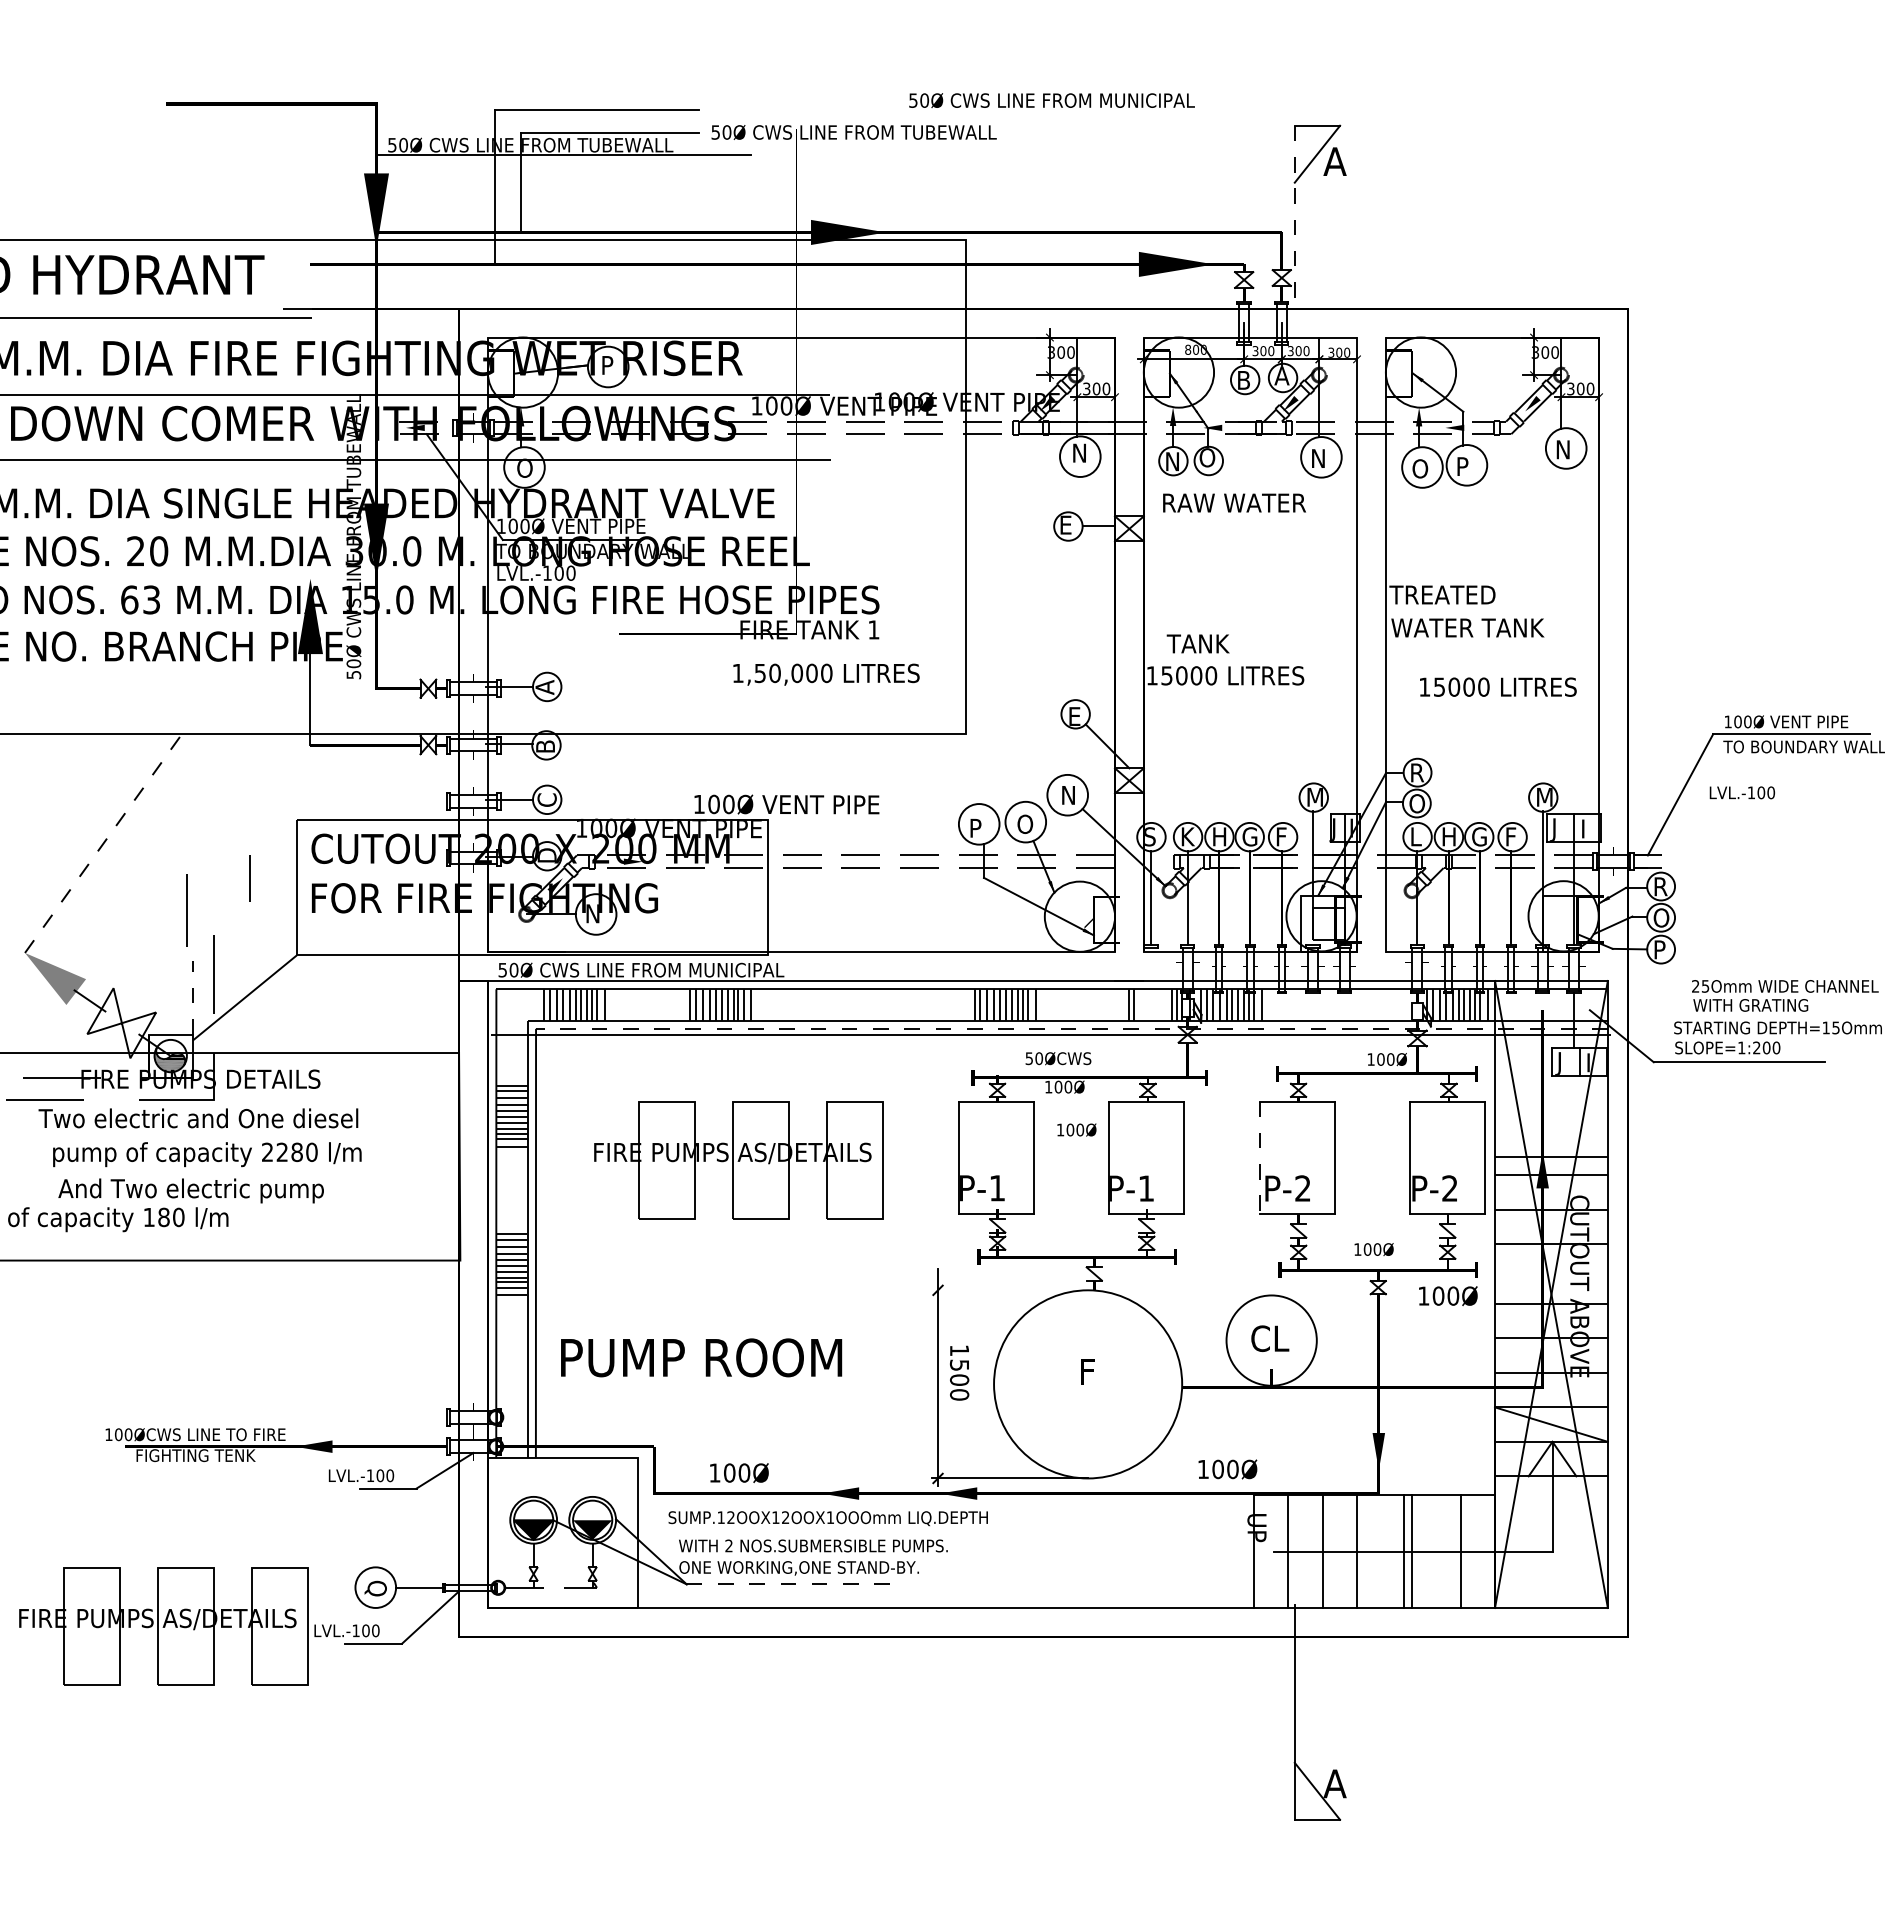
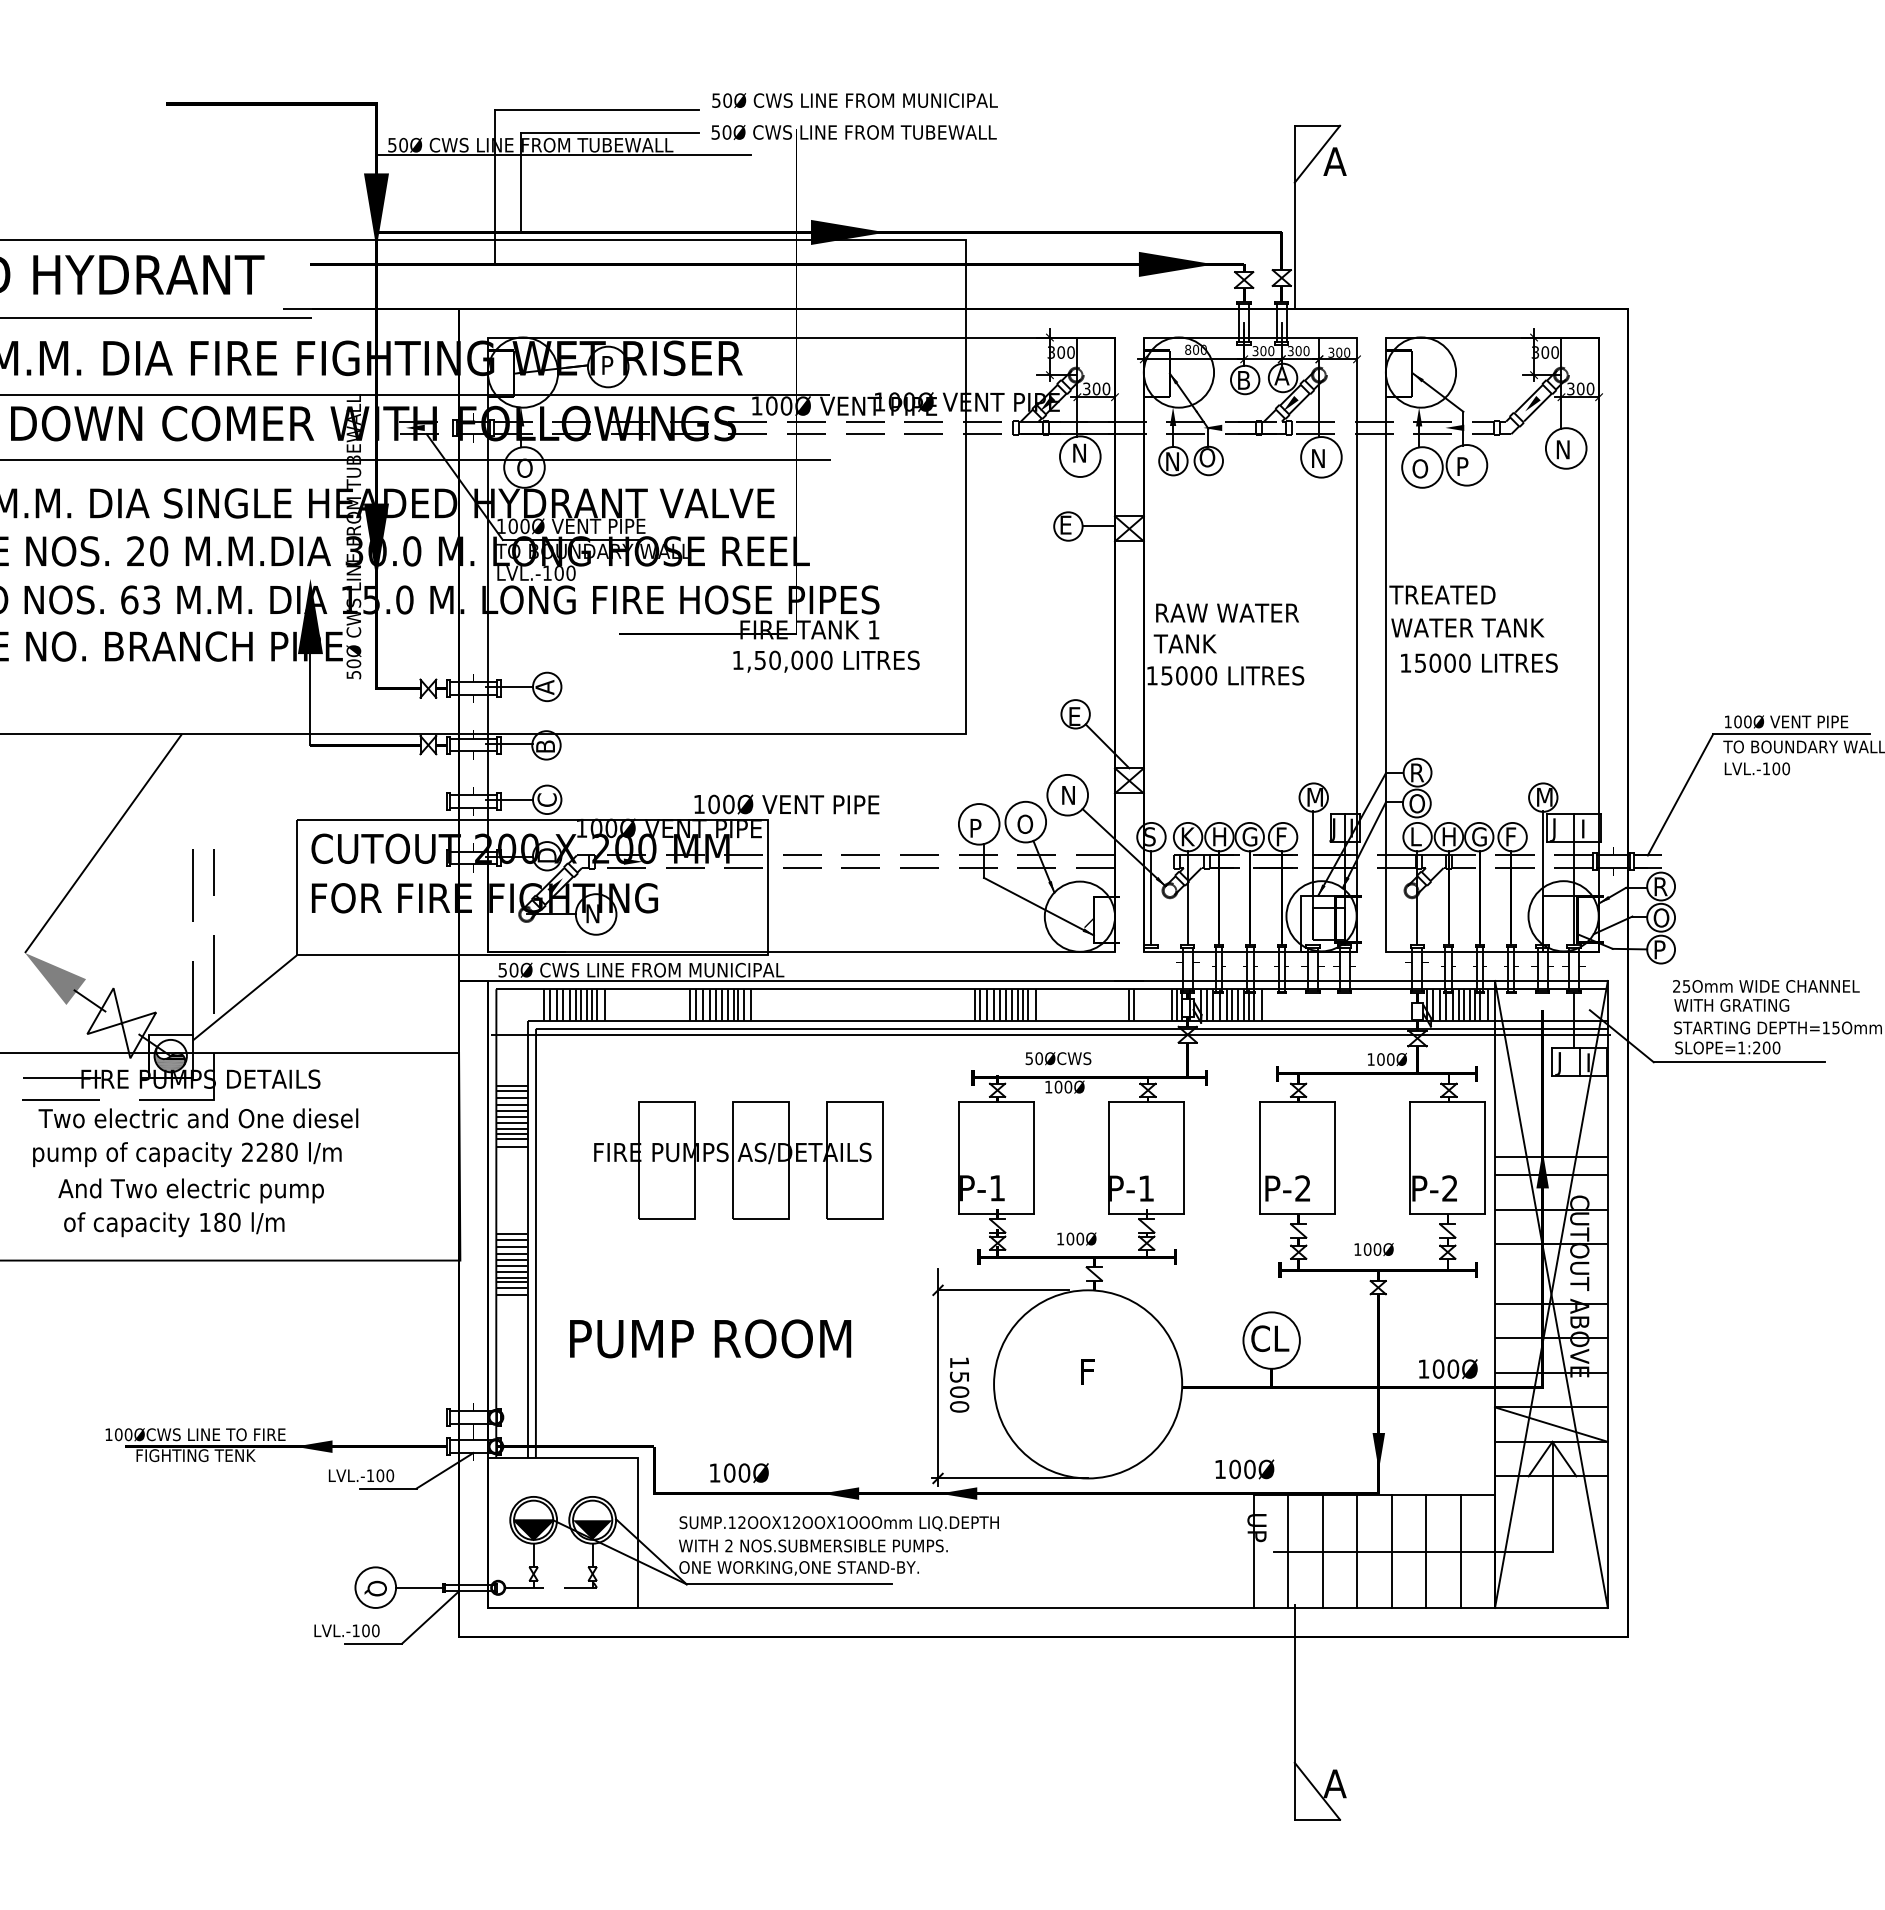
text at (1051, 100) position: (1051, 100) -> (854, 100)
line at (1294, 217): dashed -> solid
text at (1234, 502) position: (1234, 502) -> (1227, 612)
text at (1197, 643) position: (1197, 643) -> (1184, 643)
text at (826, 674) position: (826, 674) -> (826, 661)
text at (1498, 686) position: (1498, 686) -> (1479, 662)
text at (1741, 792) position: (1741, 792) -> (1756, 768)
line at (103, 843): dashed -> solid
line at (249, 878) position: (249, 878) -> (213, 872)
line at (186, 910) position: (186, 910) -> (192, 885)
text at (1785, 995) position: (1785, 995) -> (1766, 995)
line at (192, 997): dashed -> solid
line at (1071, 1028): dashed -> solid
line at (44, 1099) position: (44, 1099) -> (60, 1099)
text at (1076, 1129) position: (1076, 1129) -> (1076, 1238)
text at (207, 1154) position: (207, 1154) -> (187, 1154)
line at (1259, 1158): dashed -> solid
text at (118, 1219) position: (118, 1219) -> (174, 1224)
line at (1003, 1290): none -> present
text at (1448, 1295) position: (1448, 1295) -> (1448, 1368)
circle at (1271, 1340) diameter: 90 px -> 56 px
text at (701, 1357) position: (701, 1357) -> (710, 1338)
text at (959, 1372) position: (959, 1372) -> (959, 1384)
text at (1227, 1469) position: (1227, 1469) -> (1244, 1469)
text at (827, 1518) position: (827, 1518) -> (838, 1523)
line at (1403, 1551) position: (1403, 1551) -> (1391, 1551)
line at (1412, 1551) position: (1412, 1551) -> (1426, 1551)
line at (789, 1584): dashed -> solid
part at (163, 1626): present -> none
